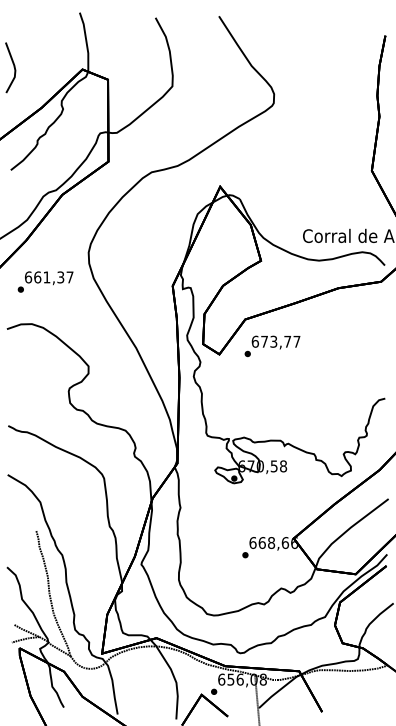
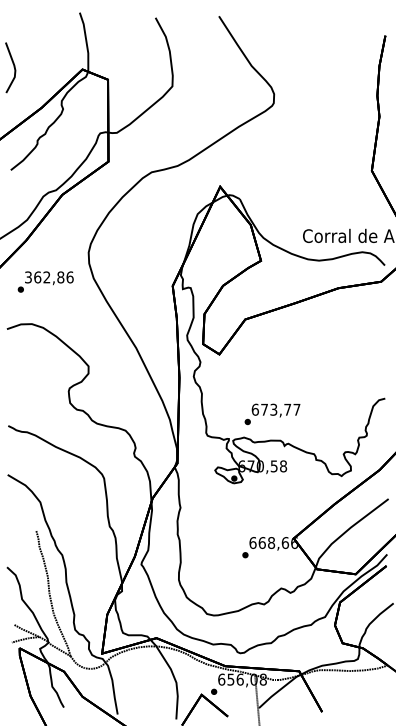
text at (48, 277): 661,37 -> 362,86
text at (272, 346) position: (272, 346) -> (272, 414)
